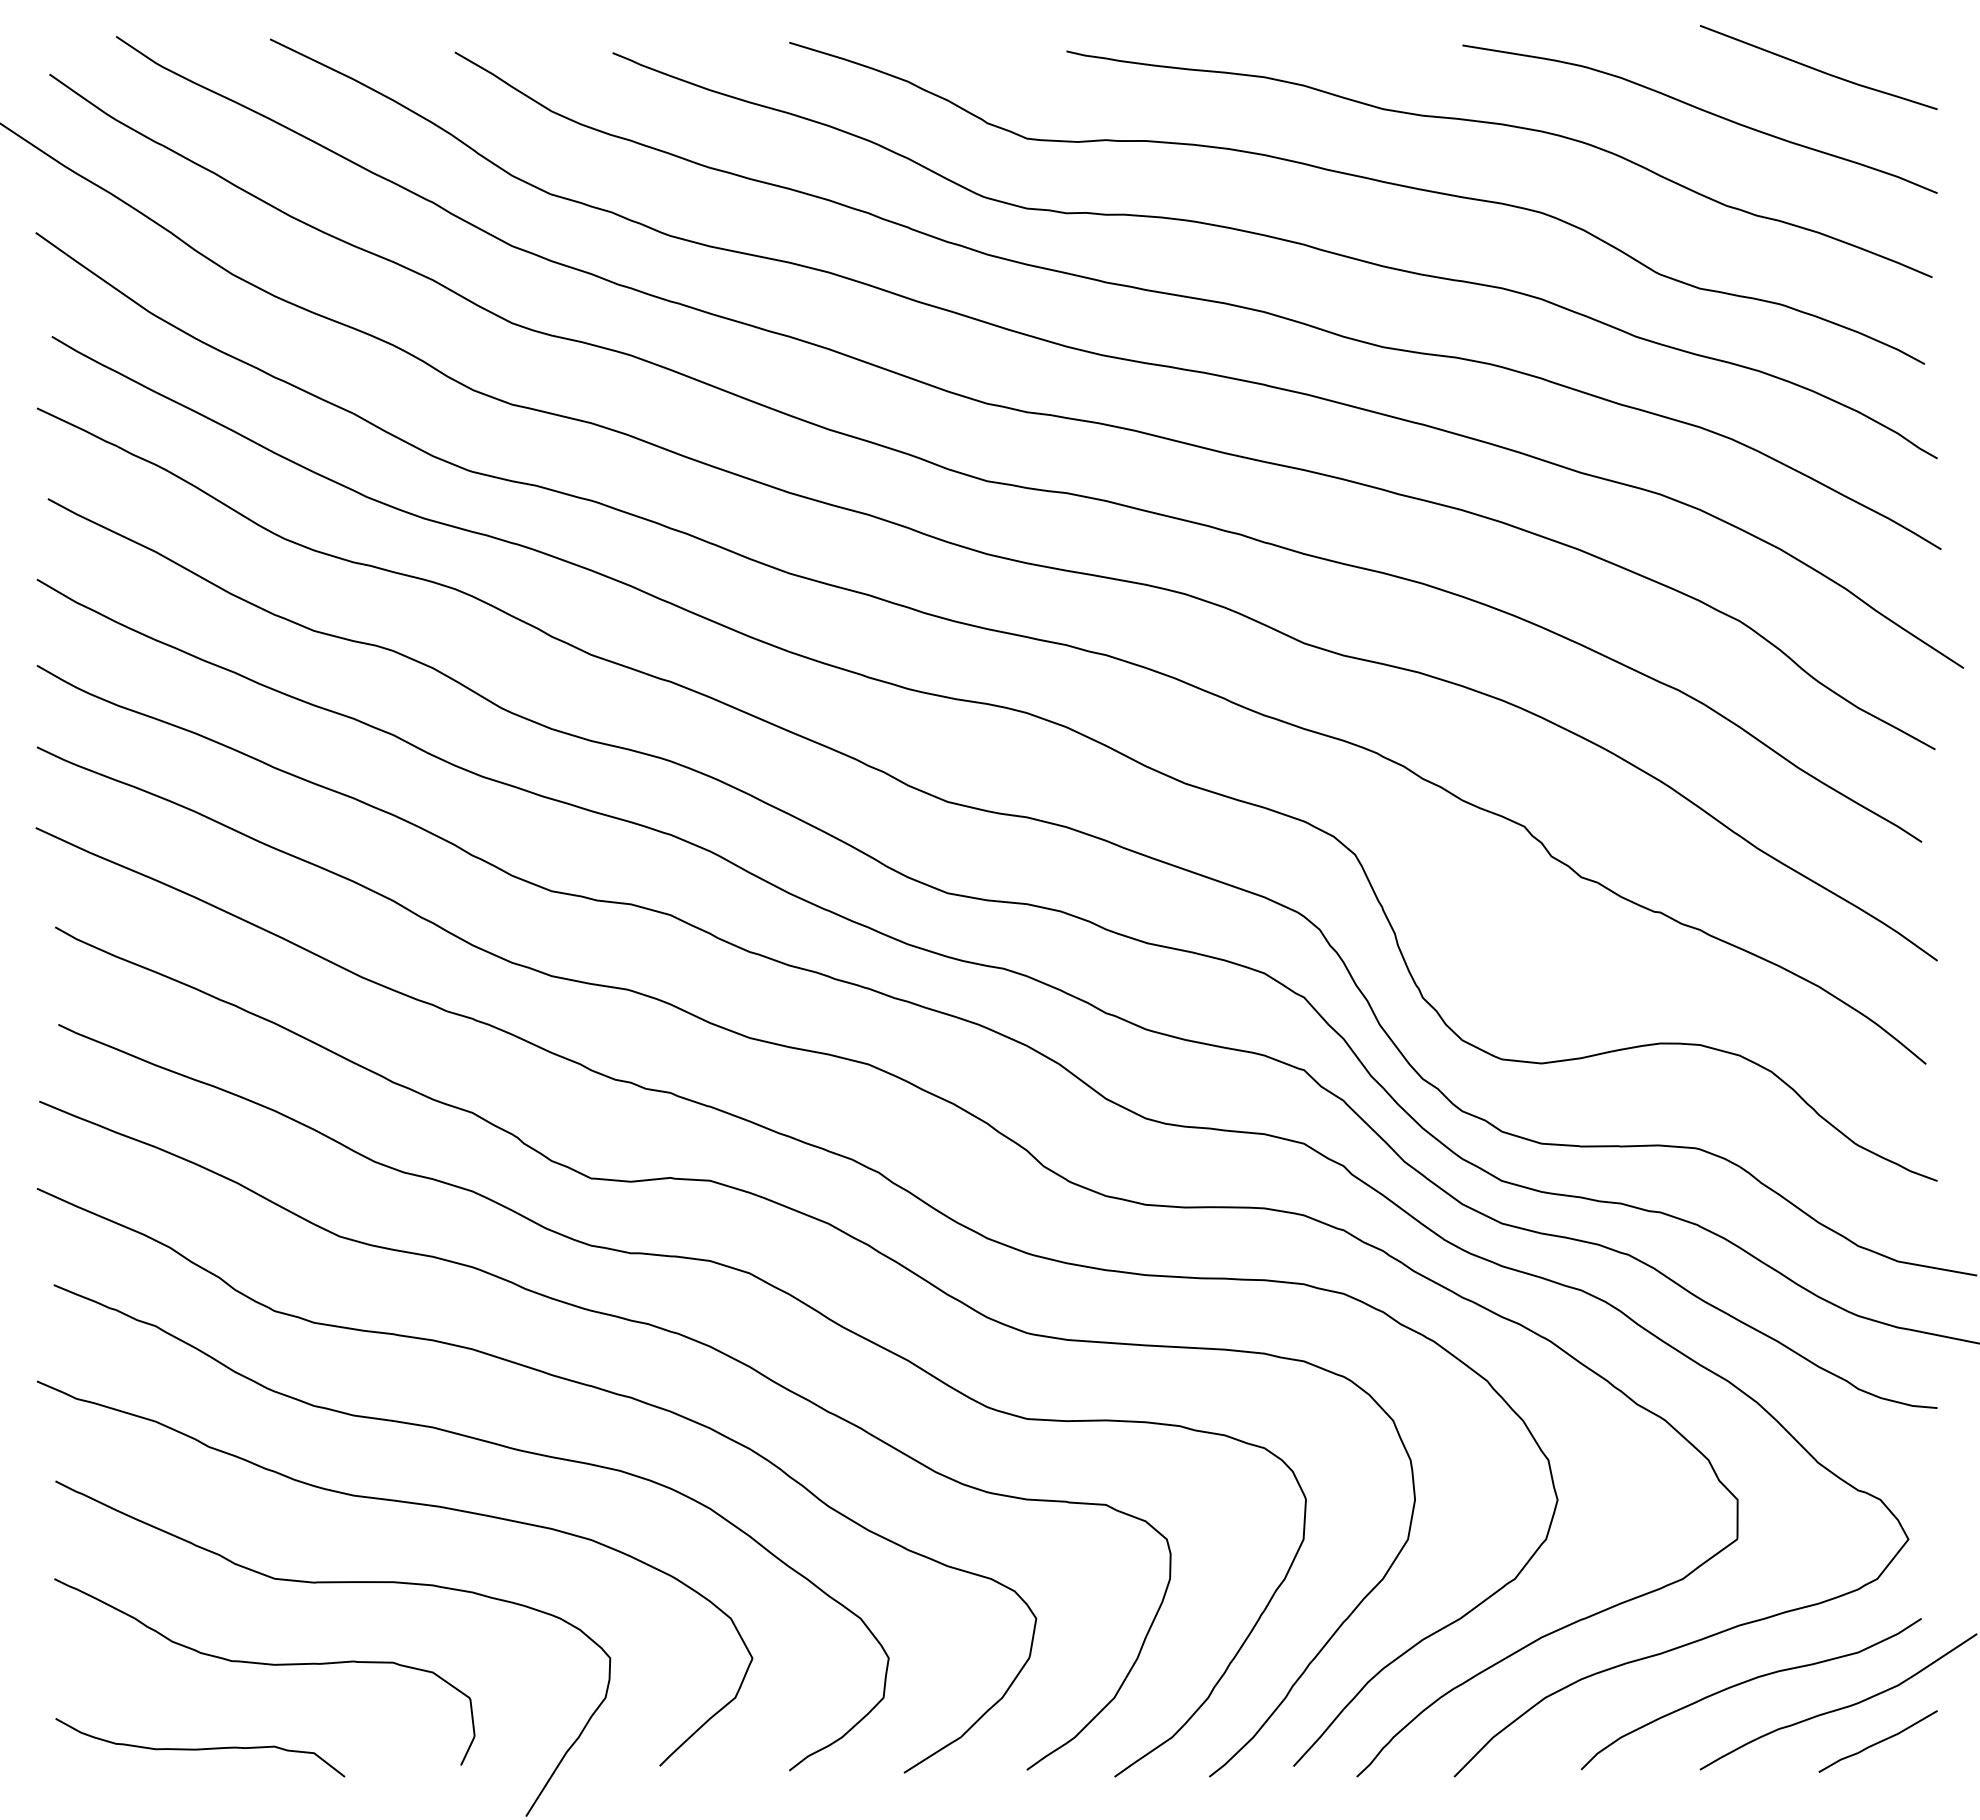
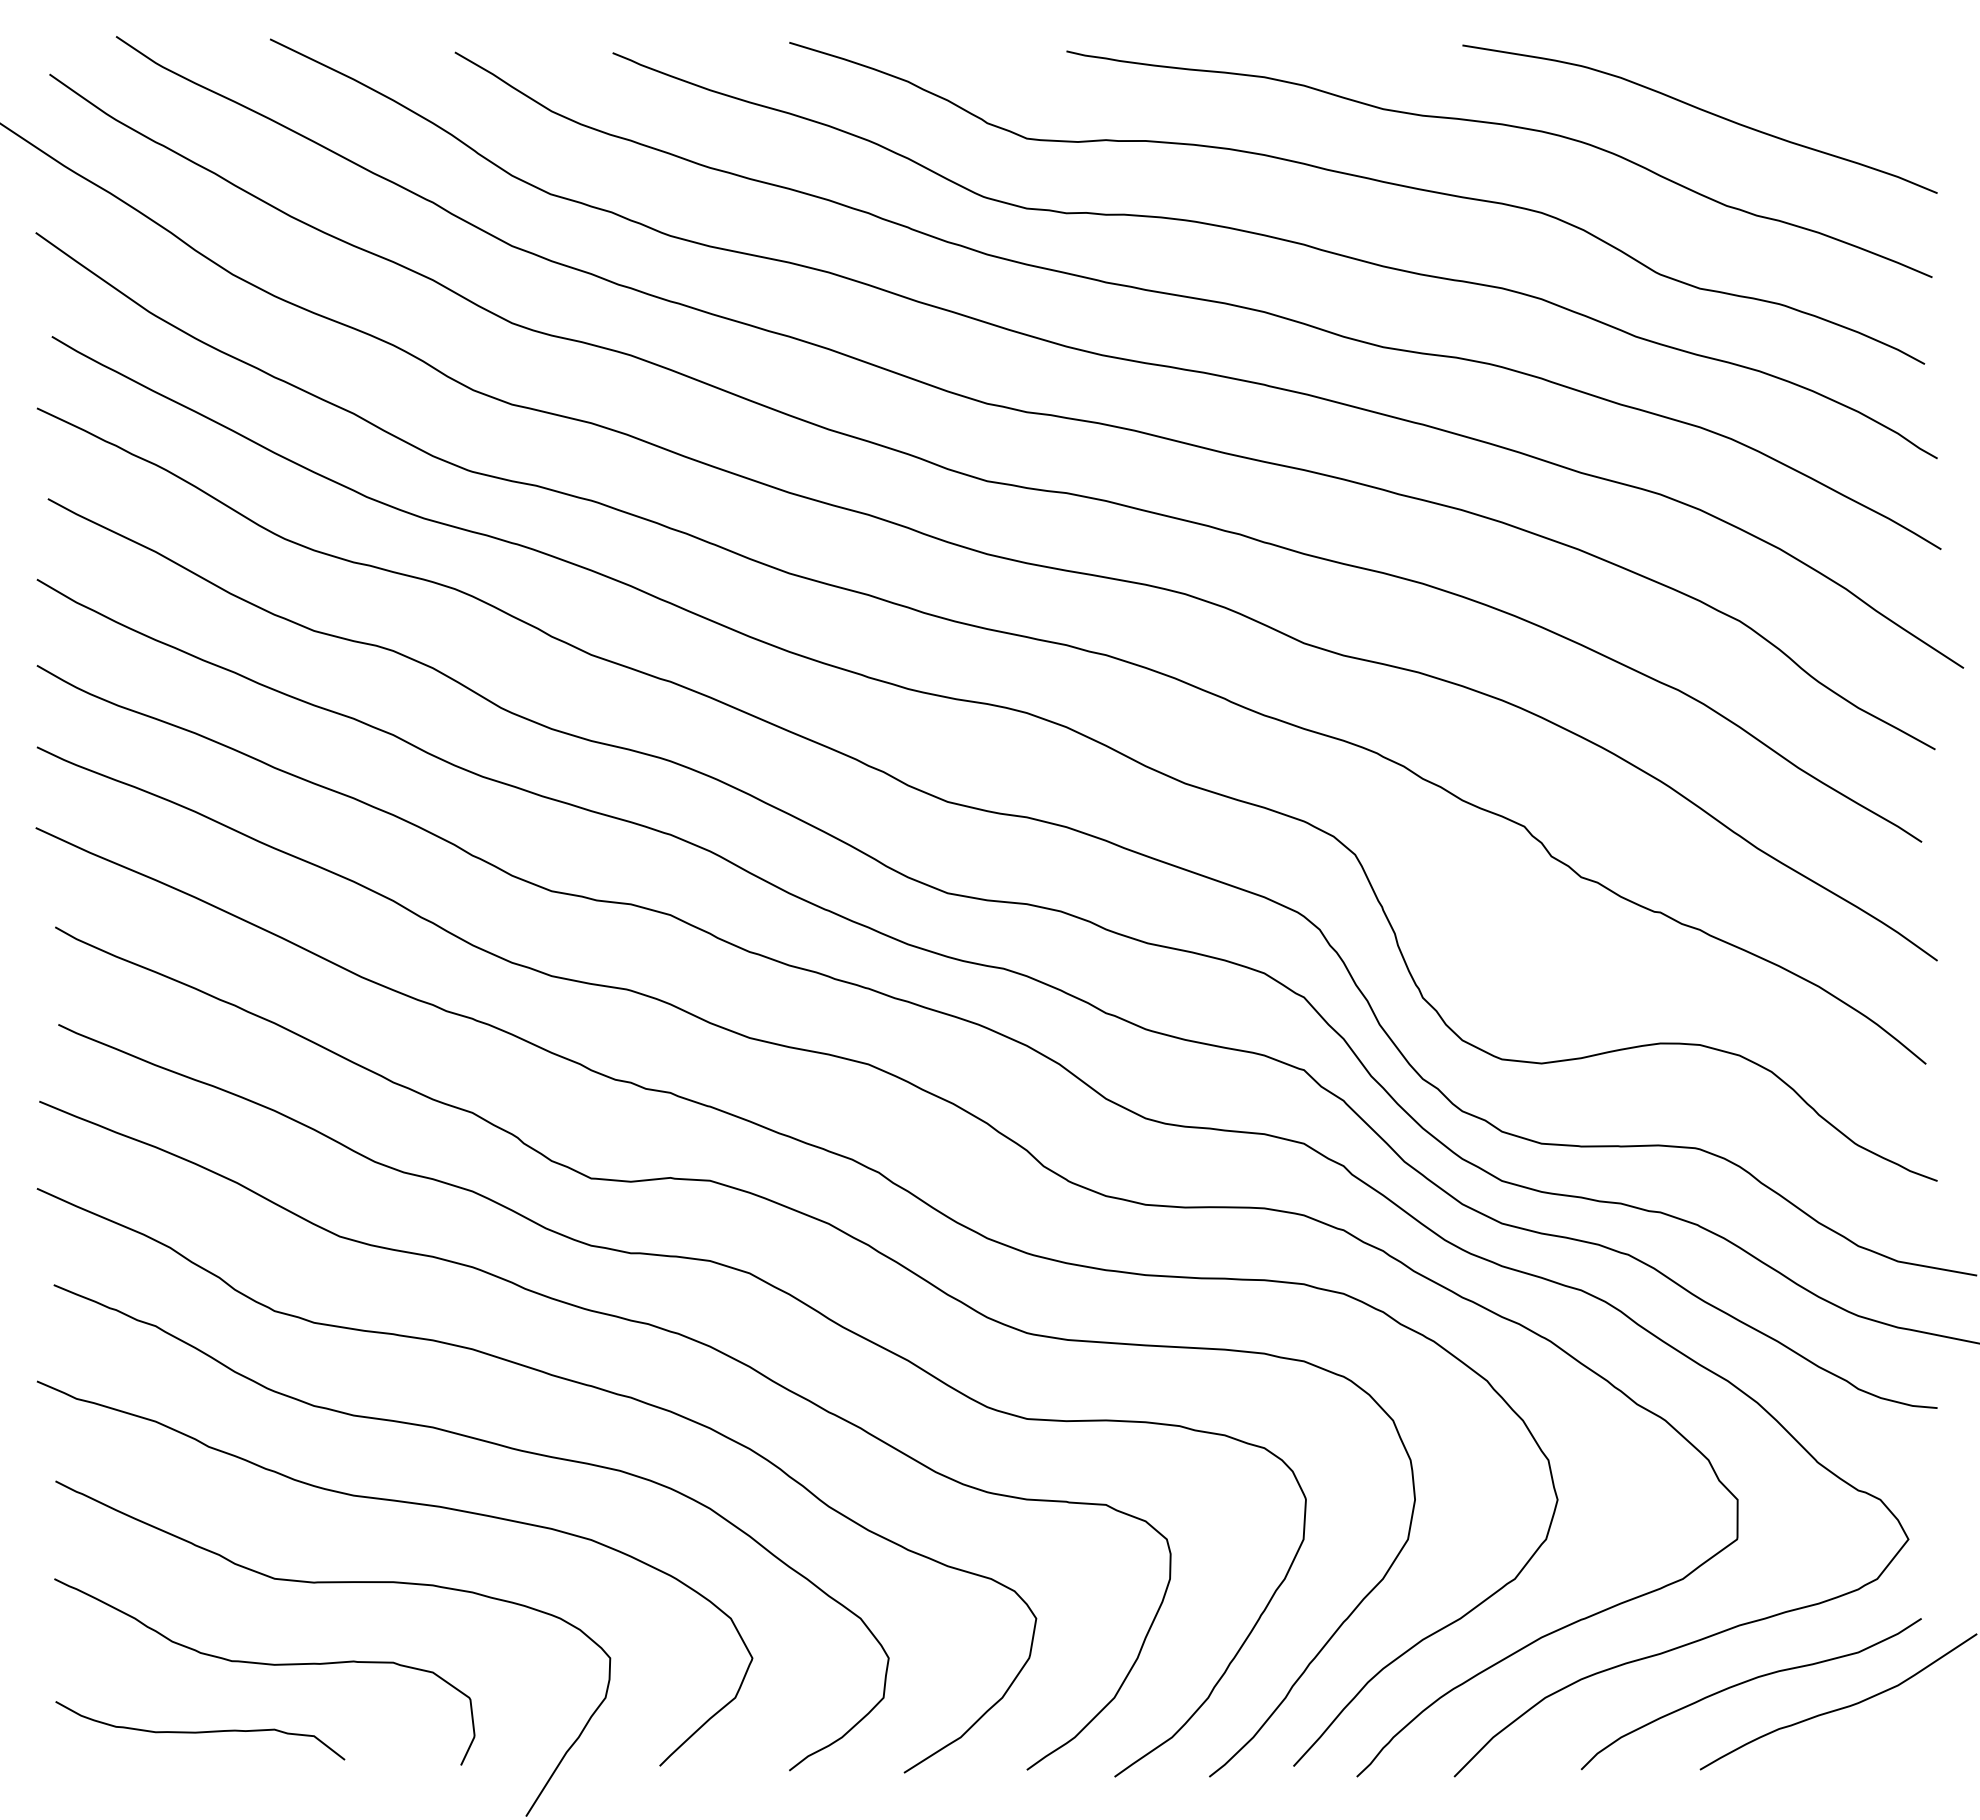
line at (1818, 69): present -> none
curve at (1878, 1741): present -> none
curve at (200, 1748) position: (200, 1748) -> (200, 1731)
